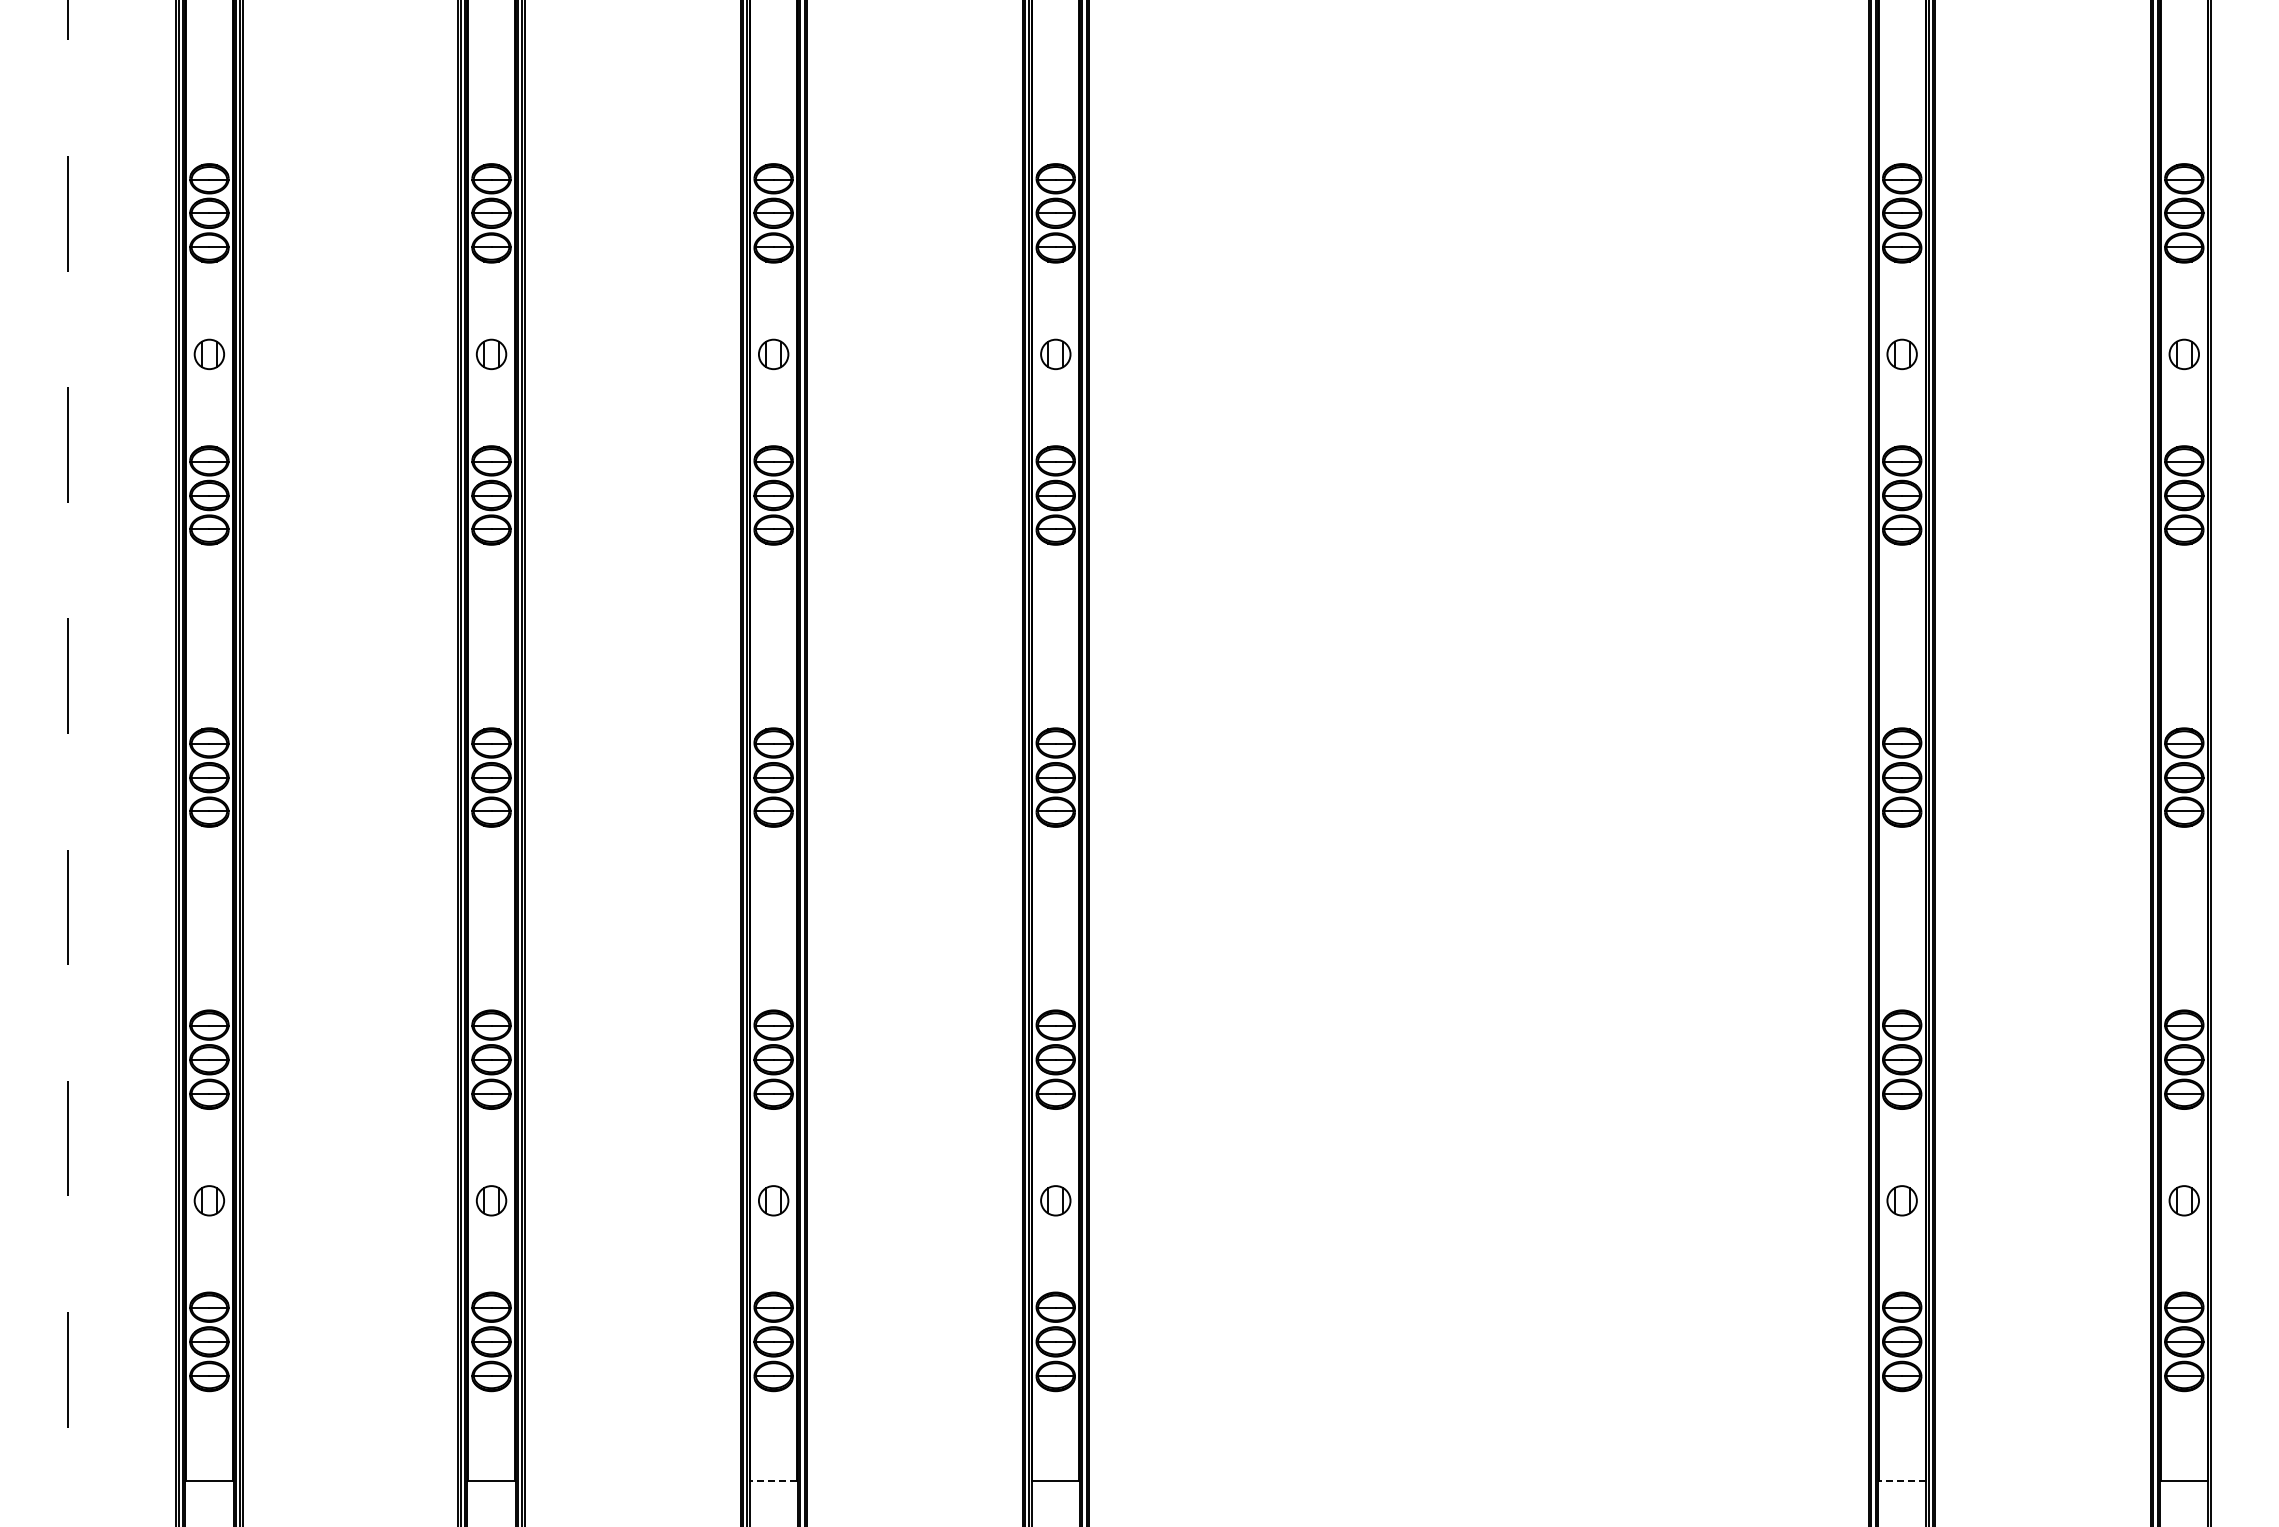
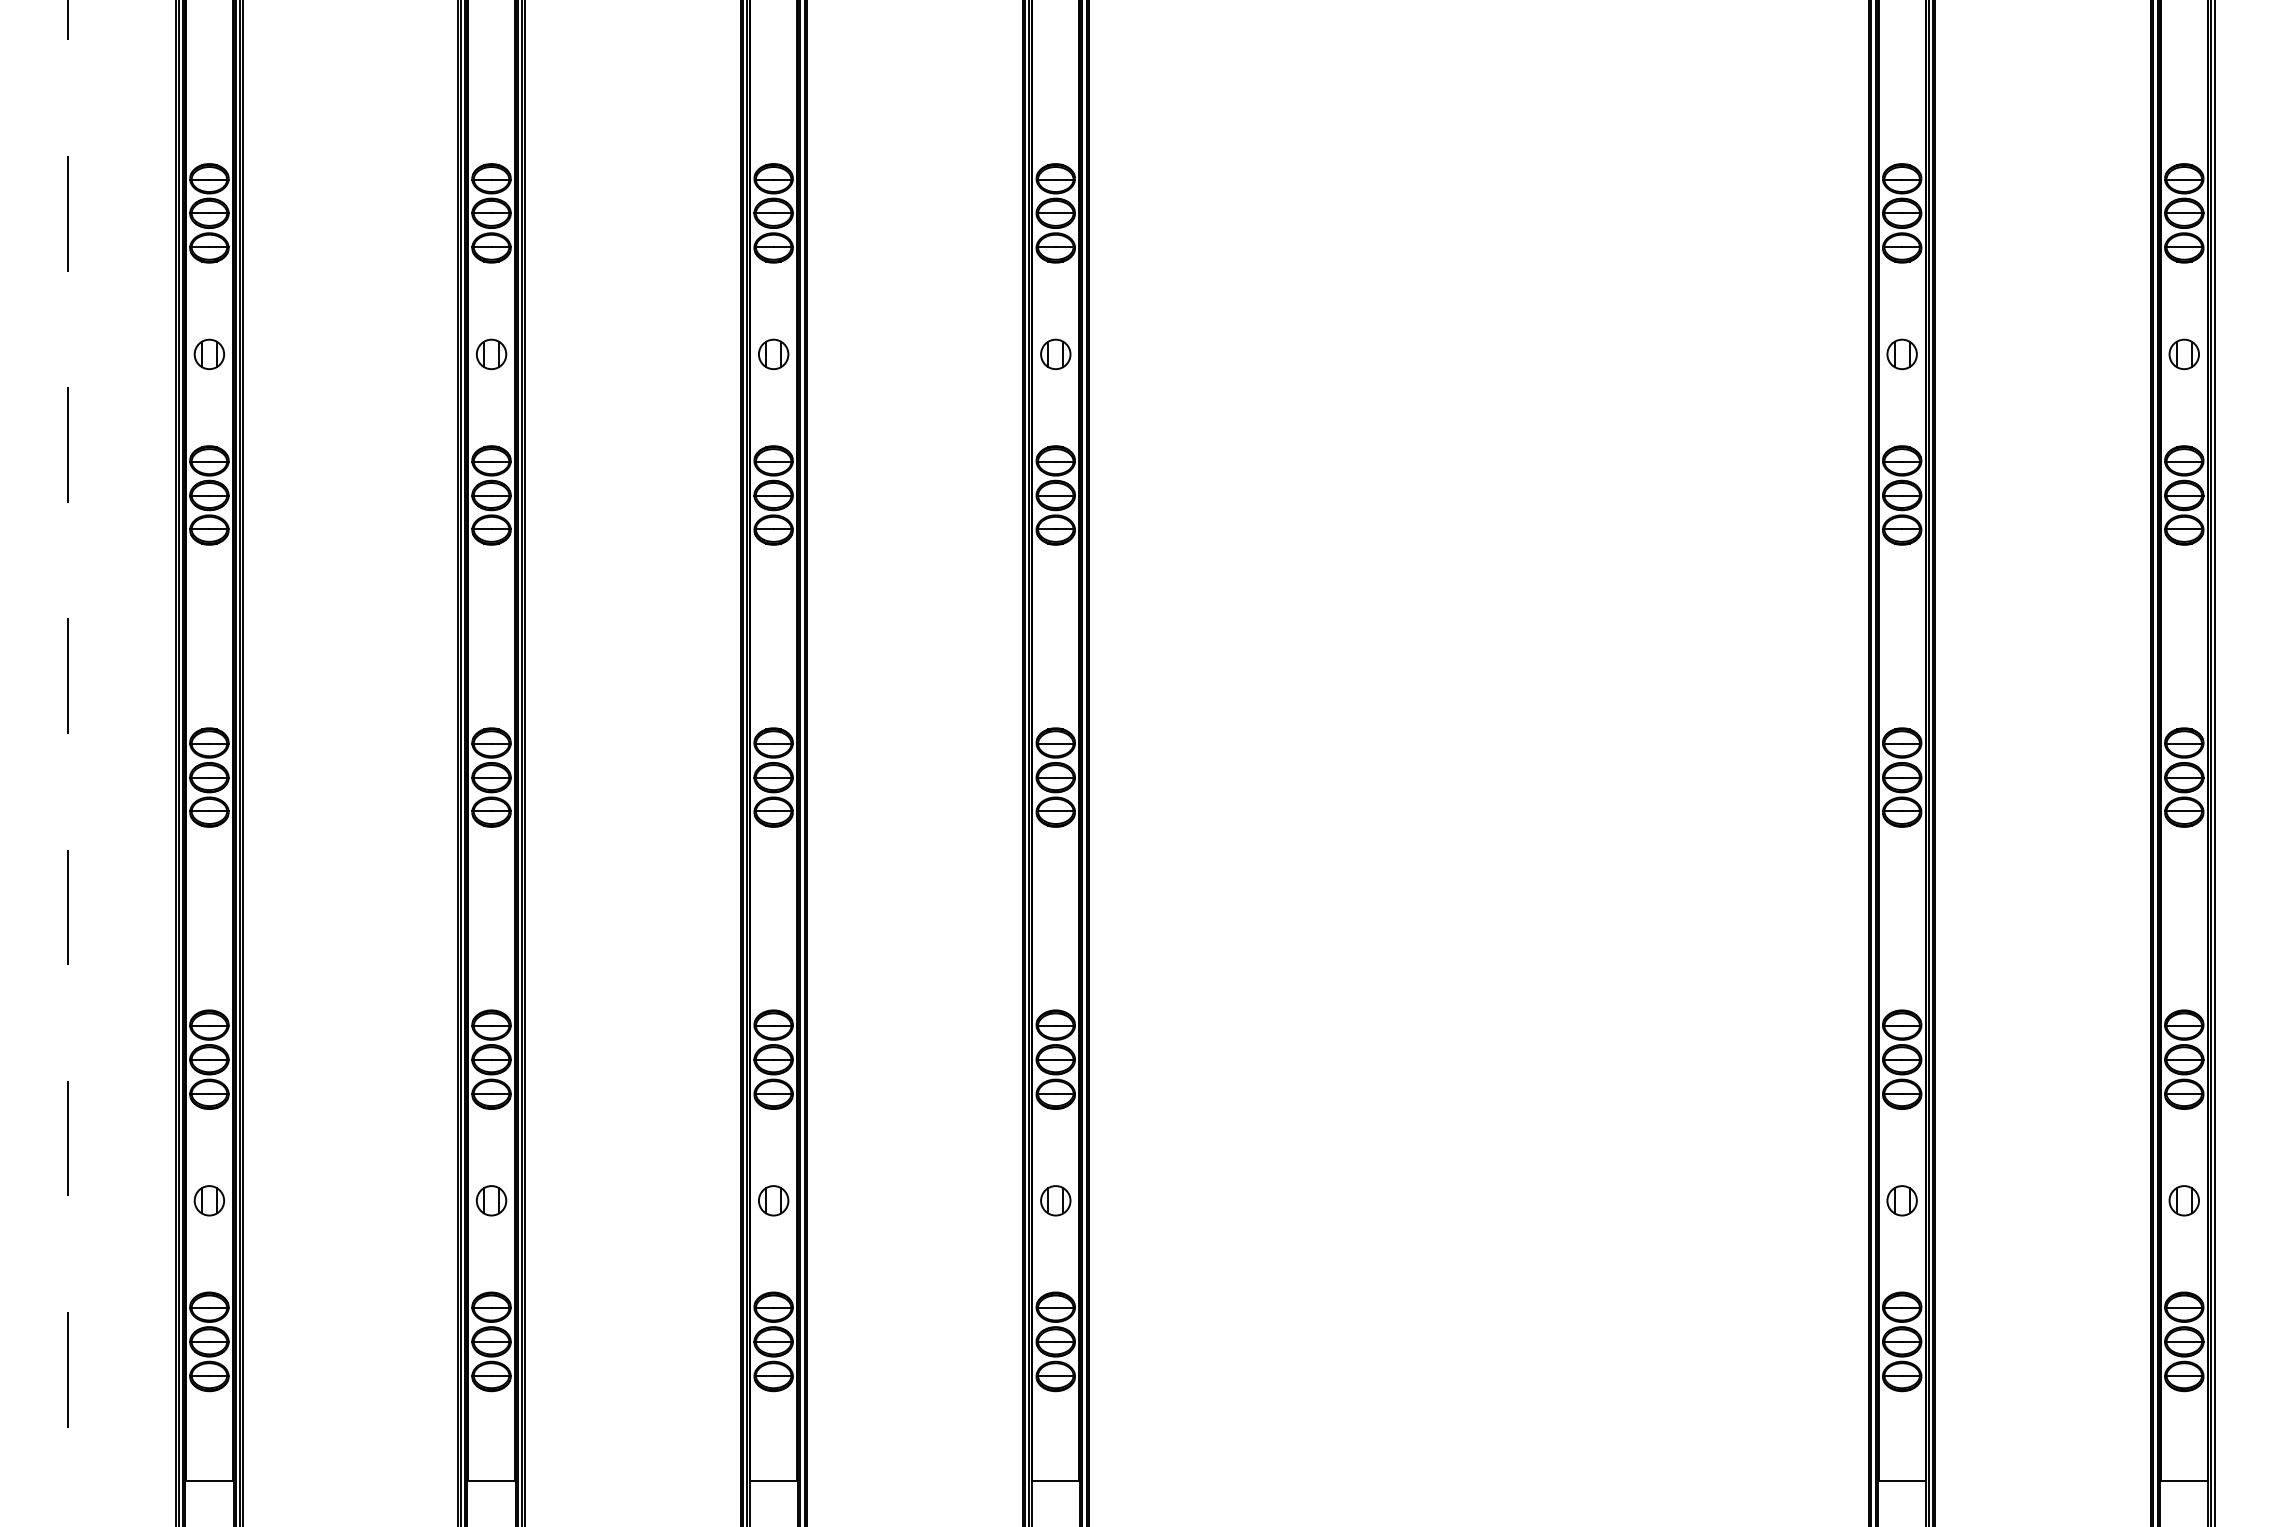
line at (2215, 762): none -> present
line at (773, 1480): dashed -> solid
line at (1901, 1480): dashed -> solid
